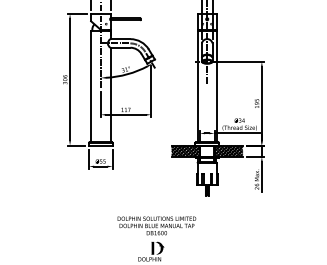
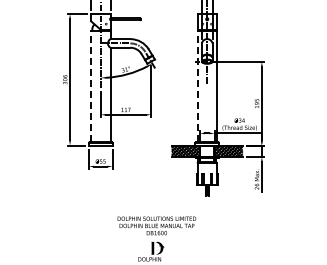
line at (91, 86): solid -> dashed
line at (197, 86): solid -> dashed
